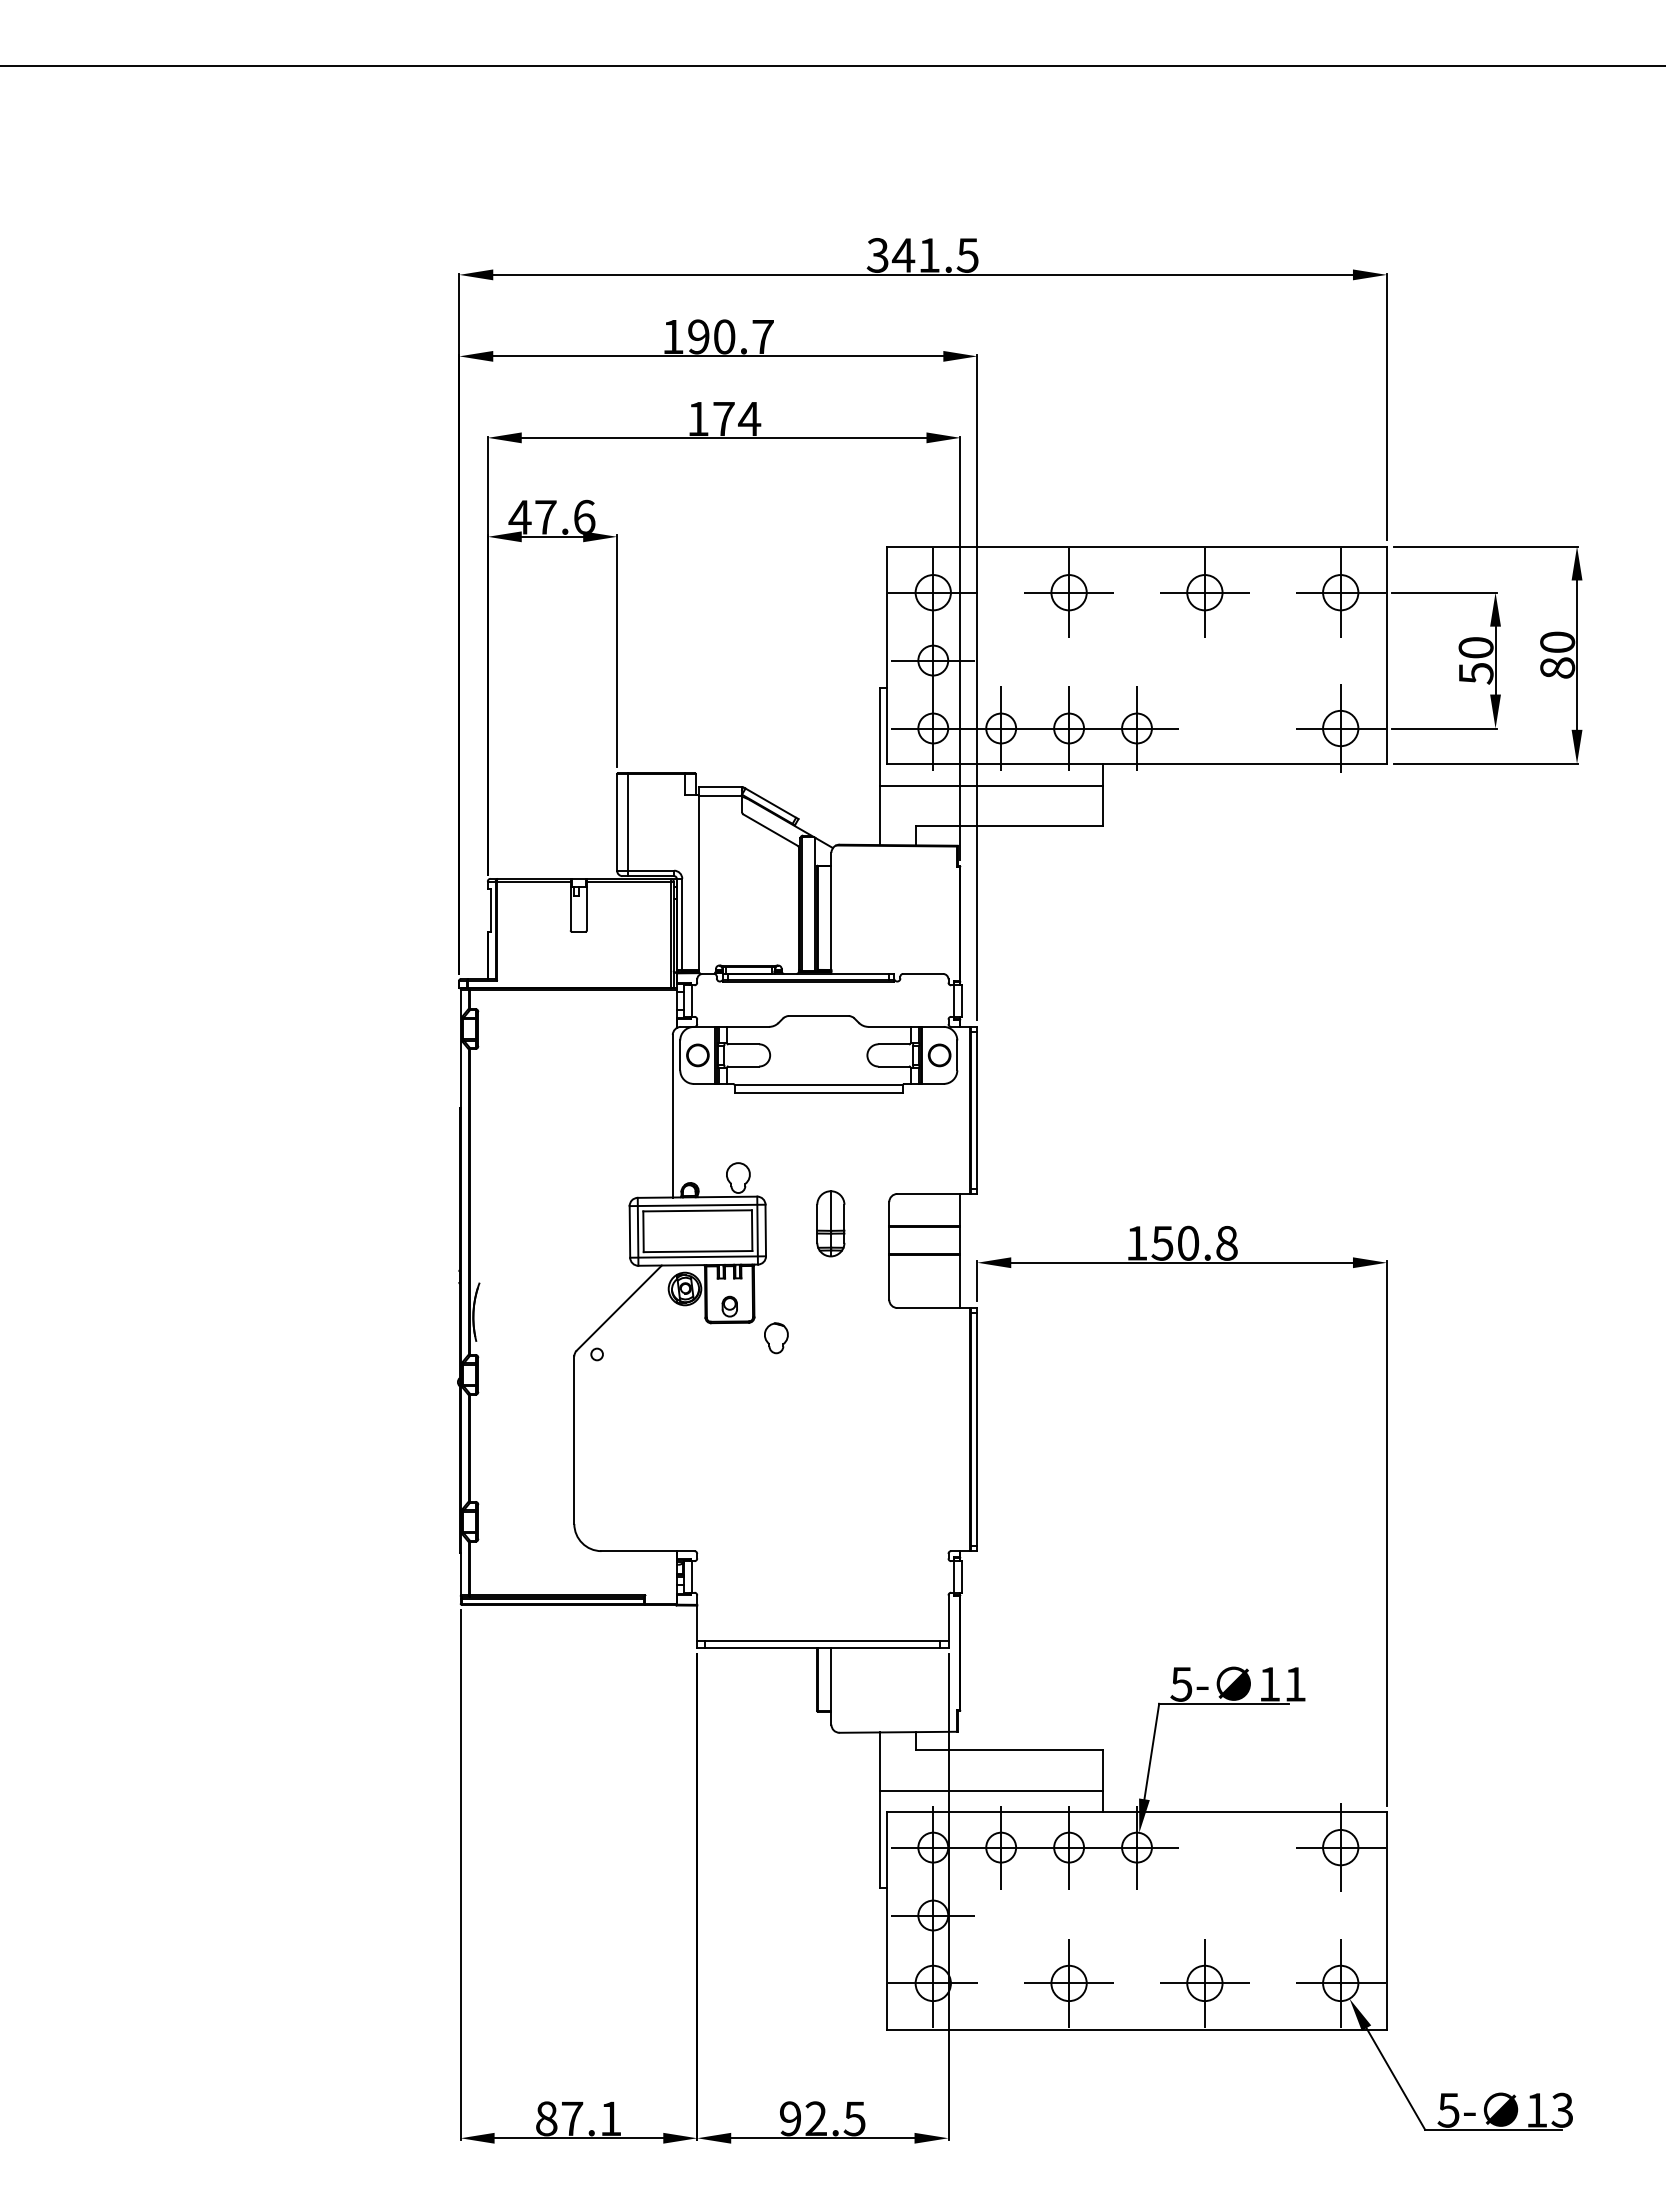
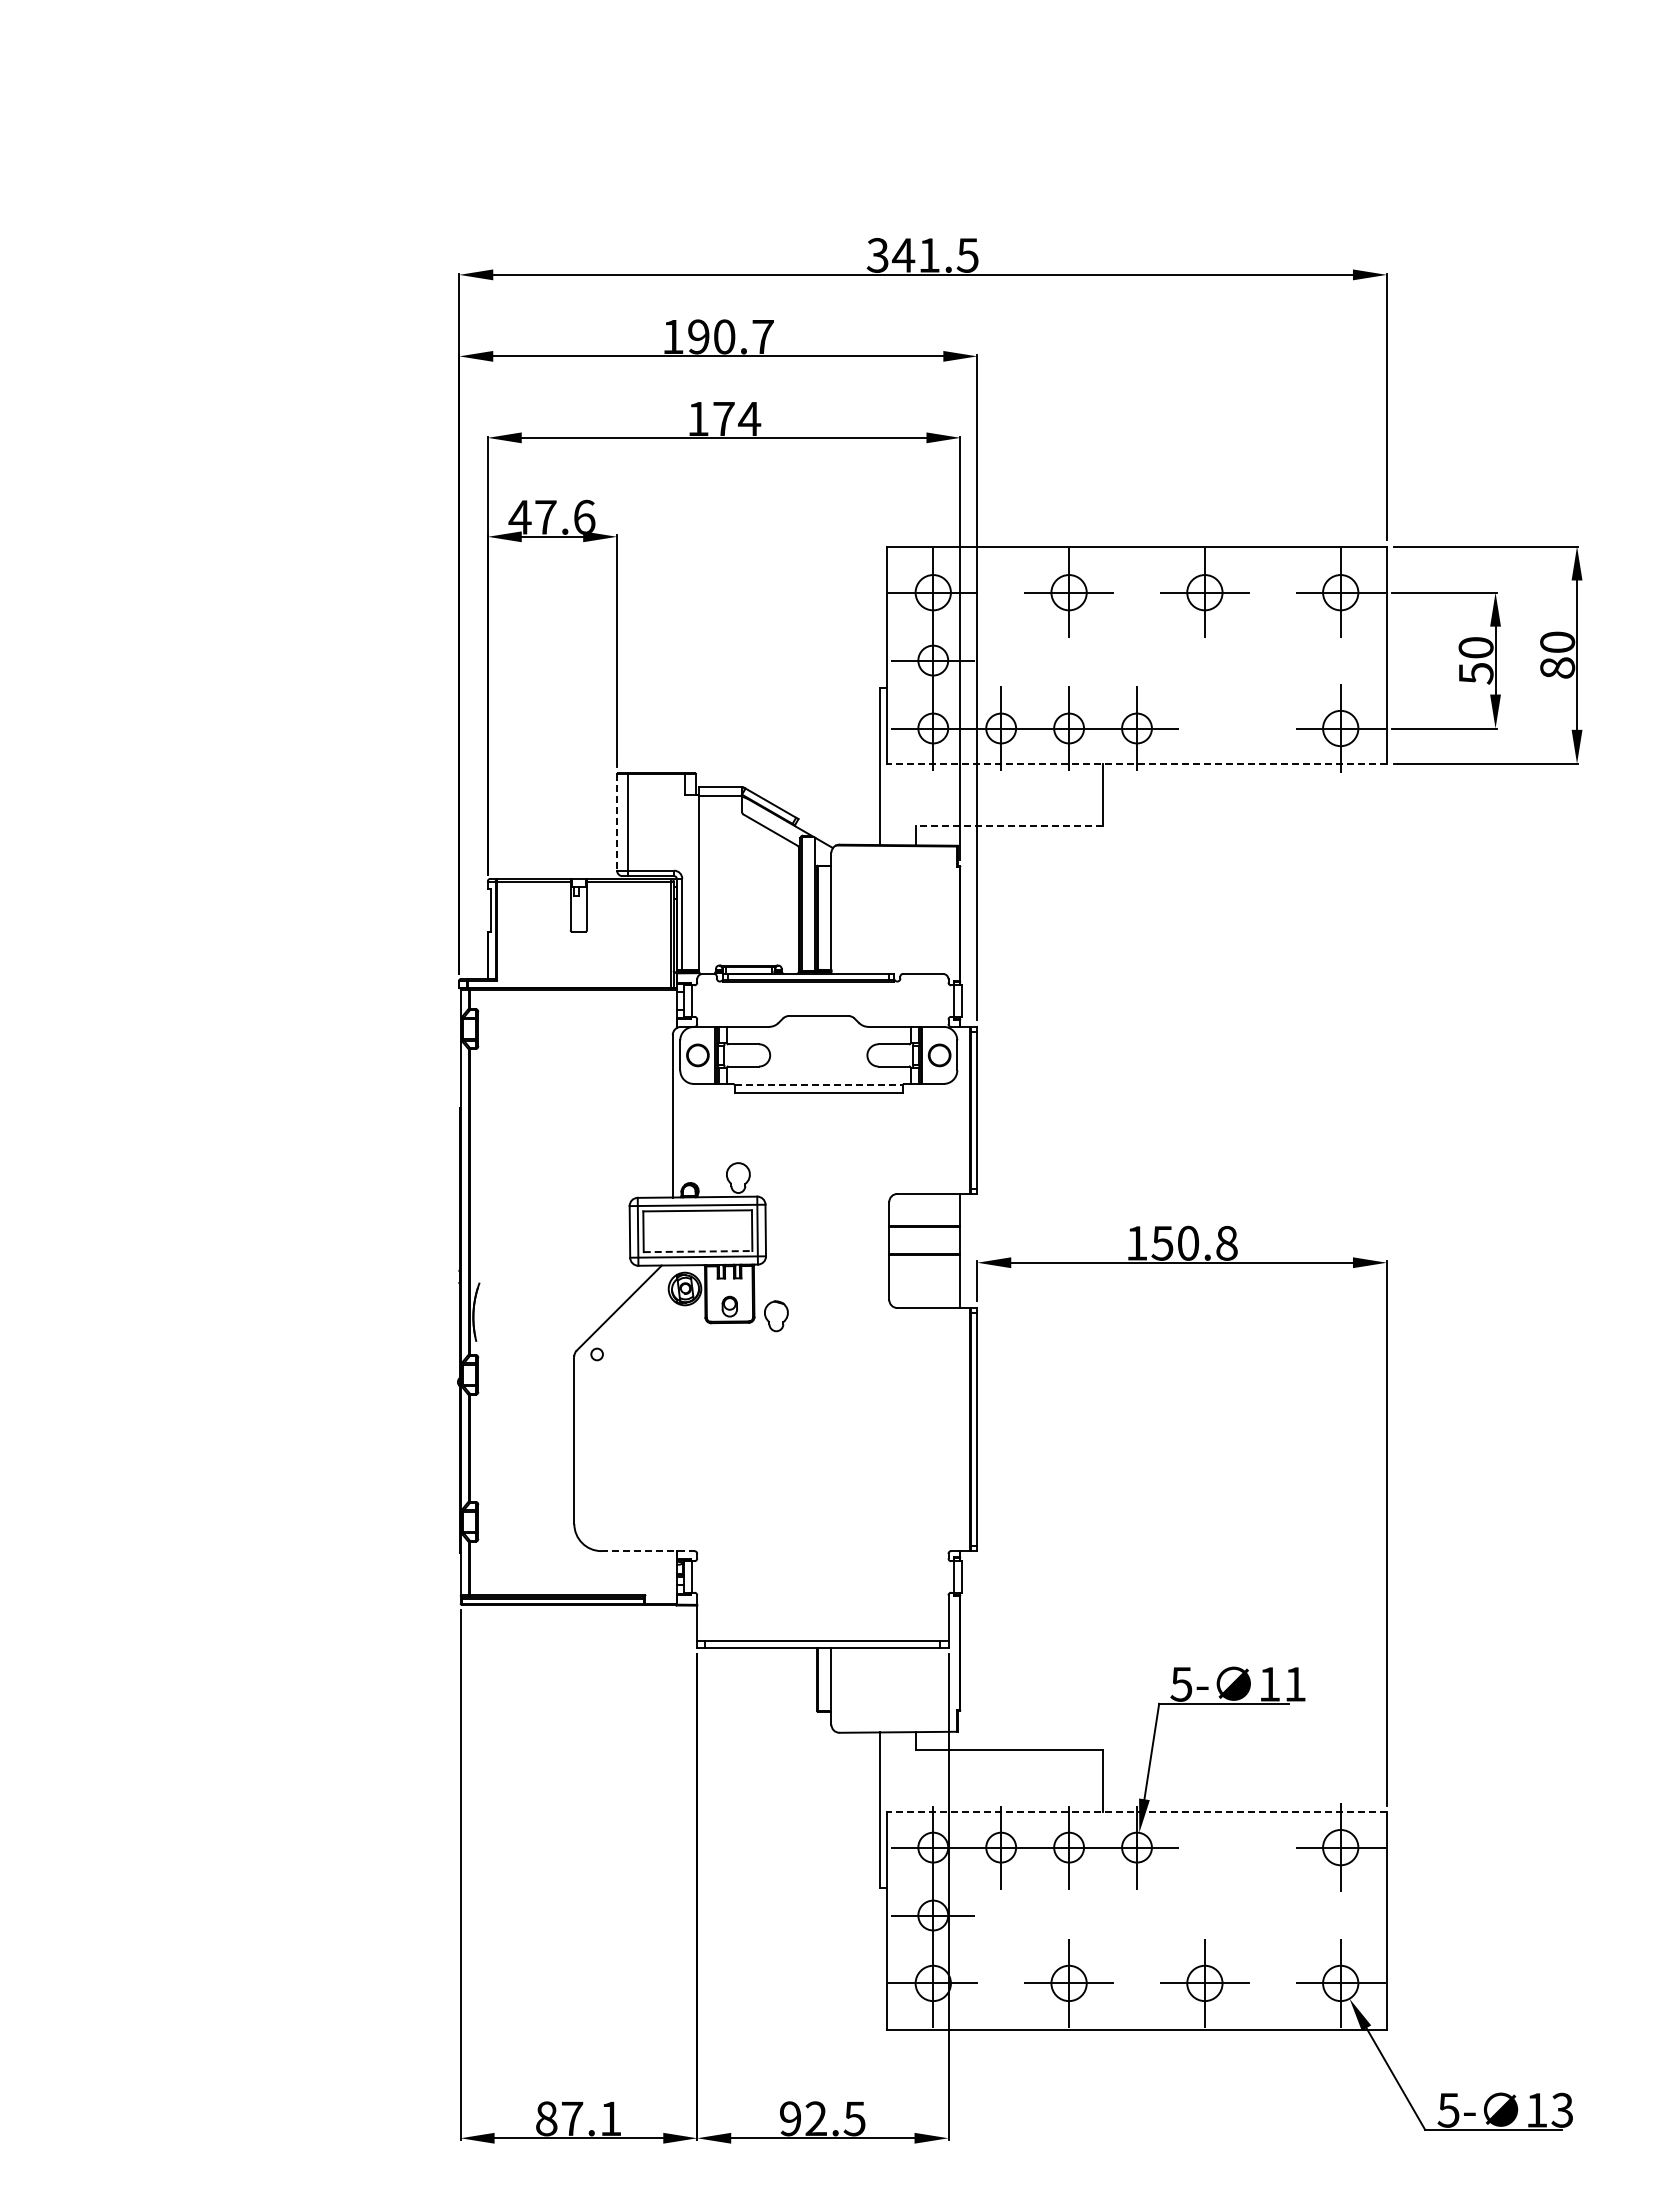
line at (832, 66): present -> none
line at (1137, 763): solid -> dashed
line at (991, 785): present -> none
line at (617, 823): solid -> dashed
line at (1009, 826): solid -> dashed
line at (819, 1085): solid -> dashed
part at (830, 1223): present -> none
line at (698, 1251): solid -> dashed
part at (776, 1338) position: (776, 1338) -> (776, 1316)
line at (648, 1551): solid -> dashed
line at (991, 1790): present -> none
line at (1137, 1812): solid -> dashed
